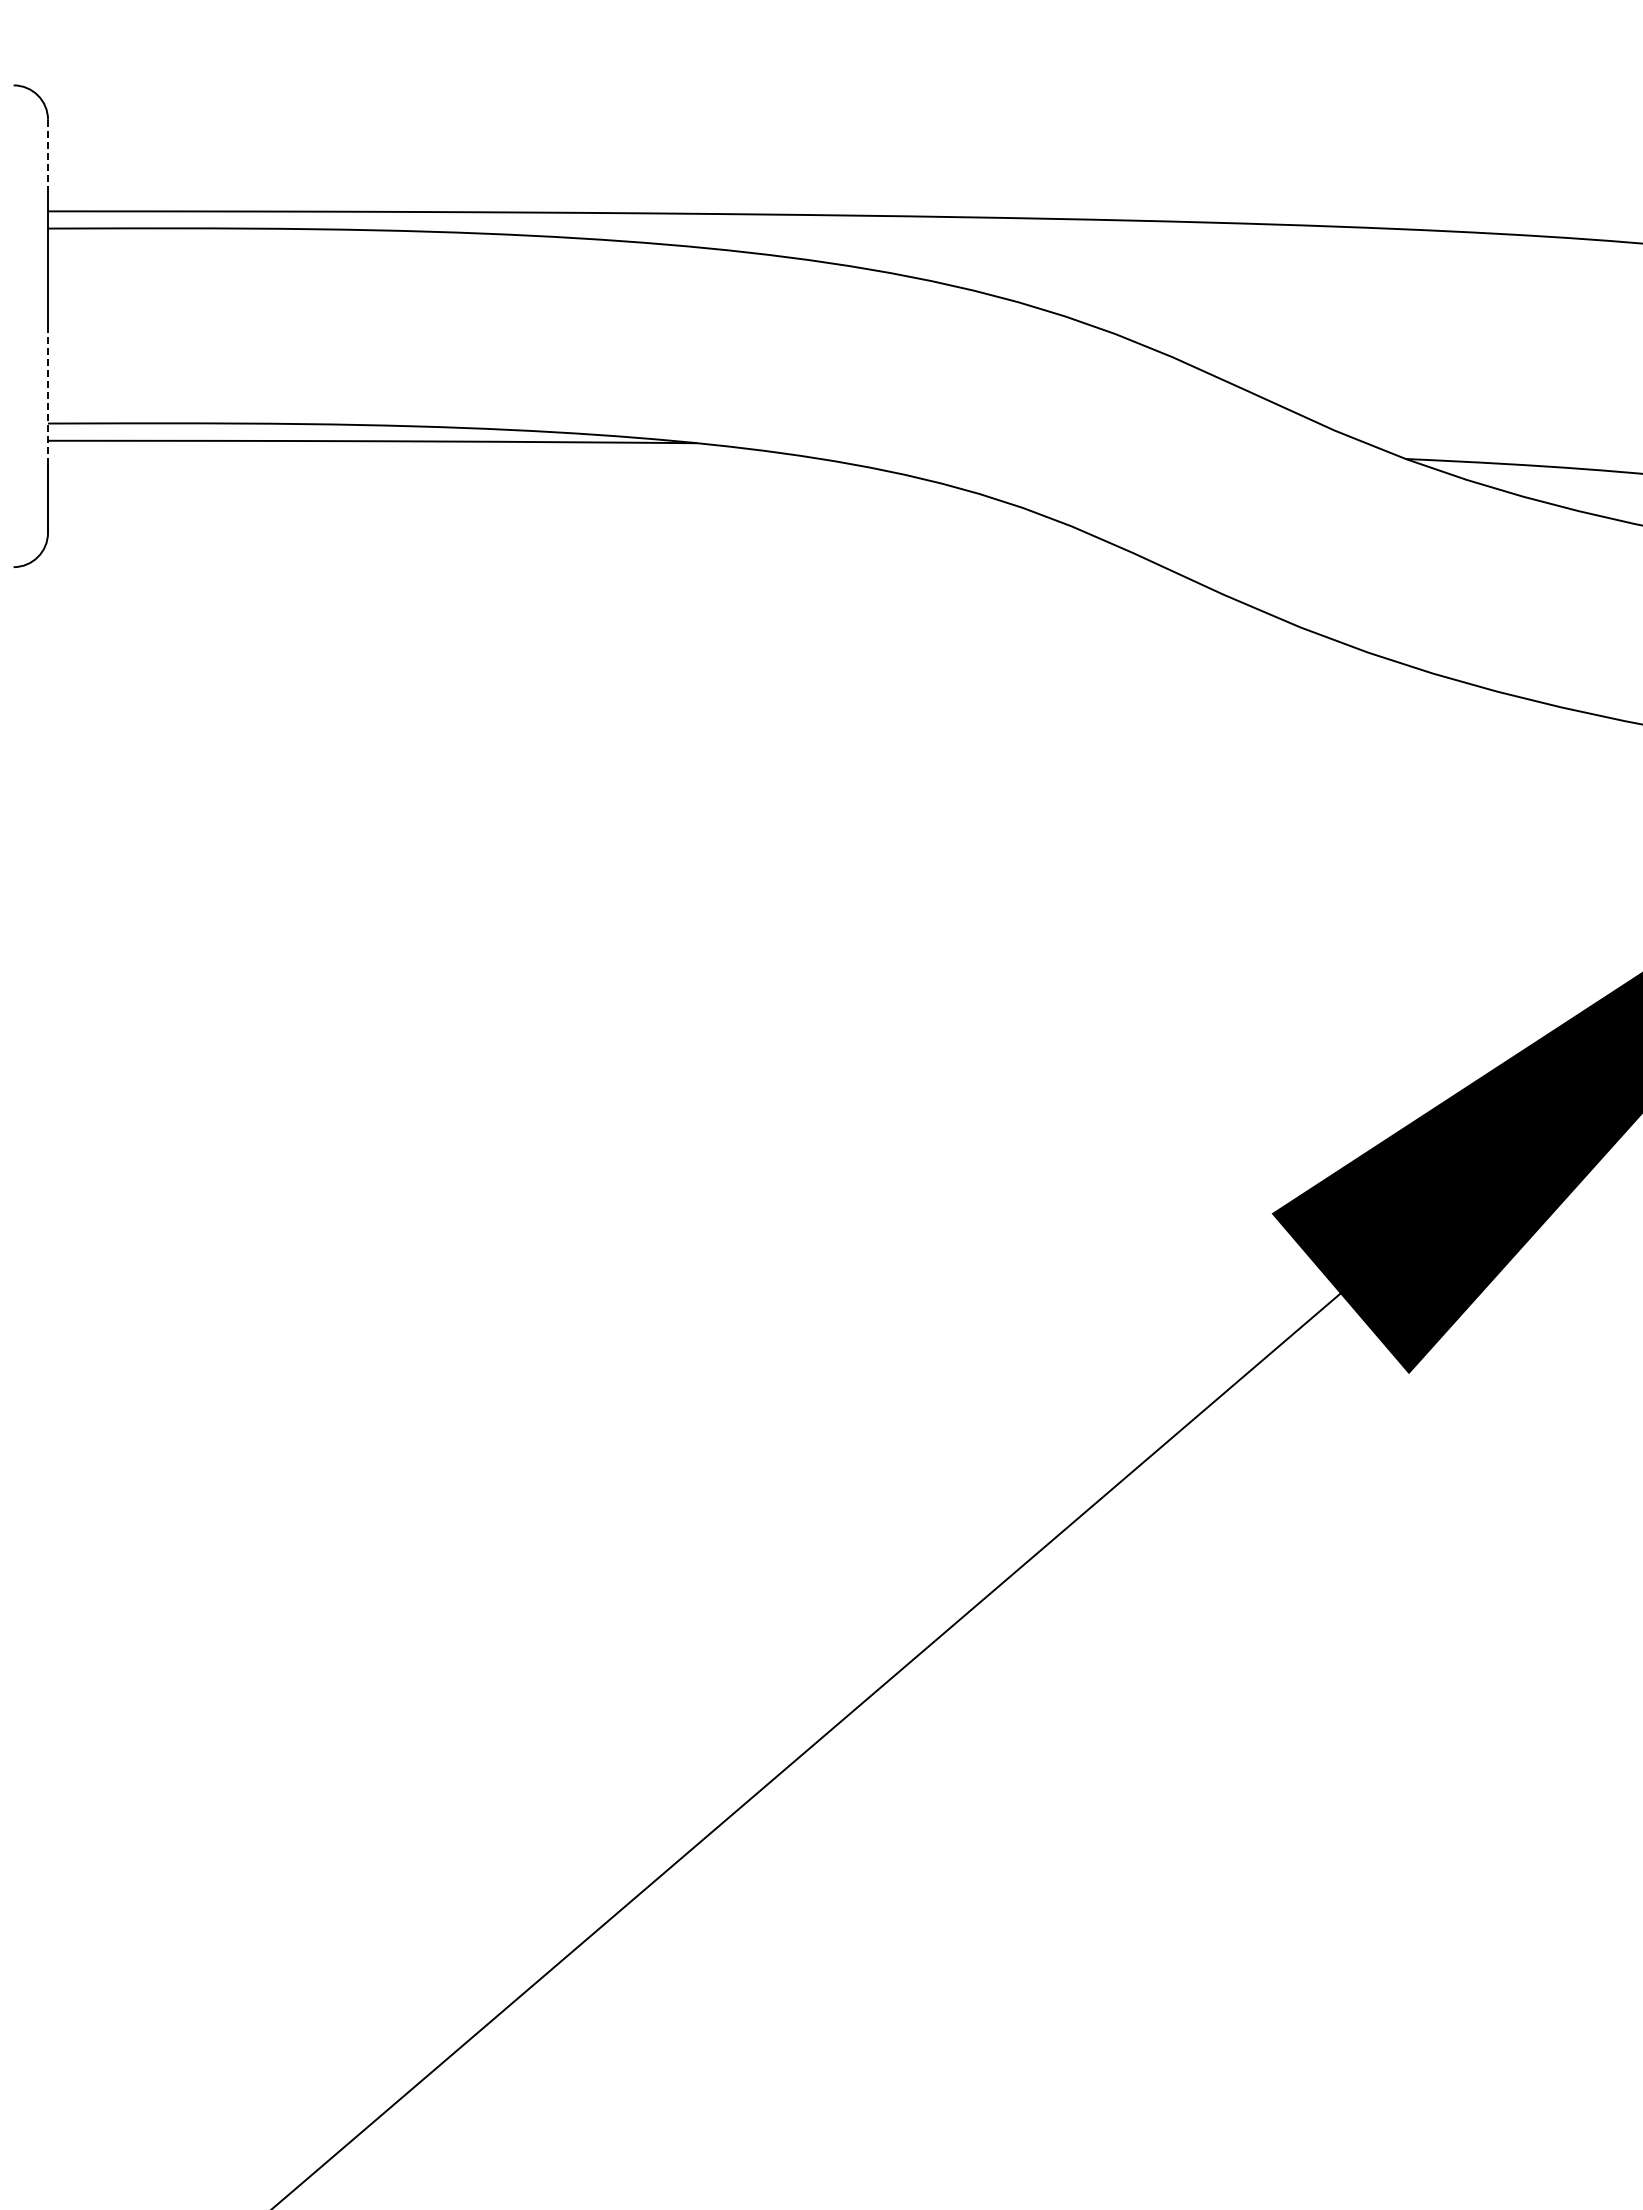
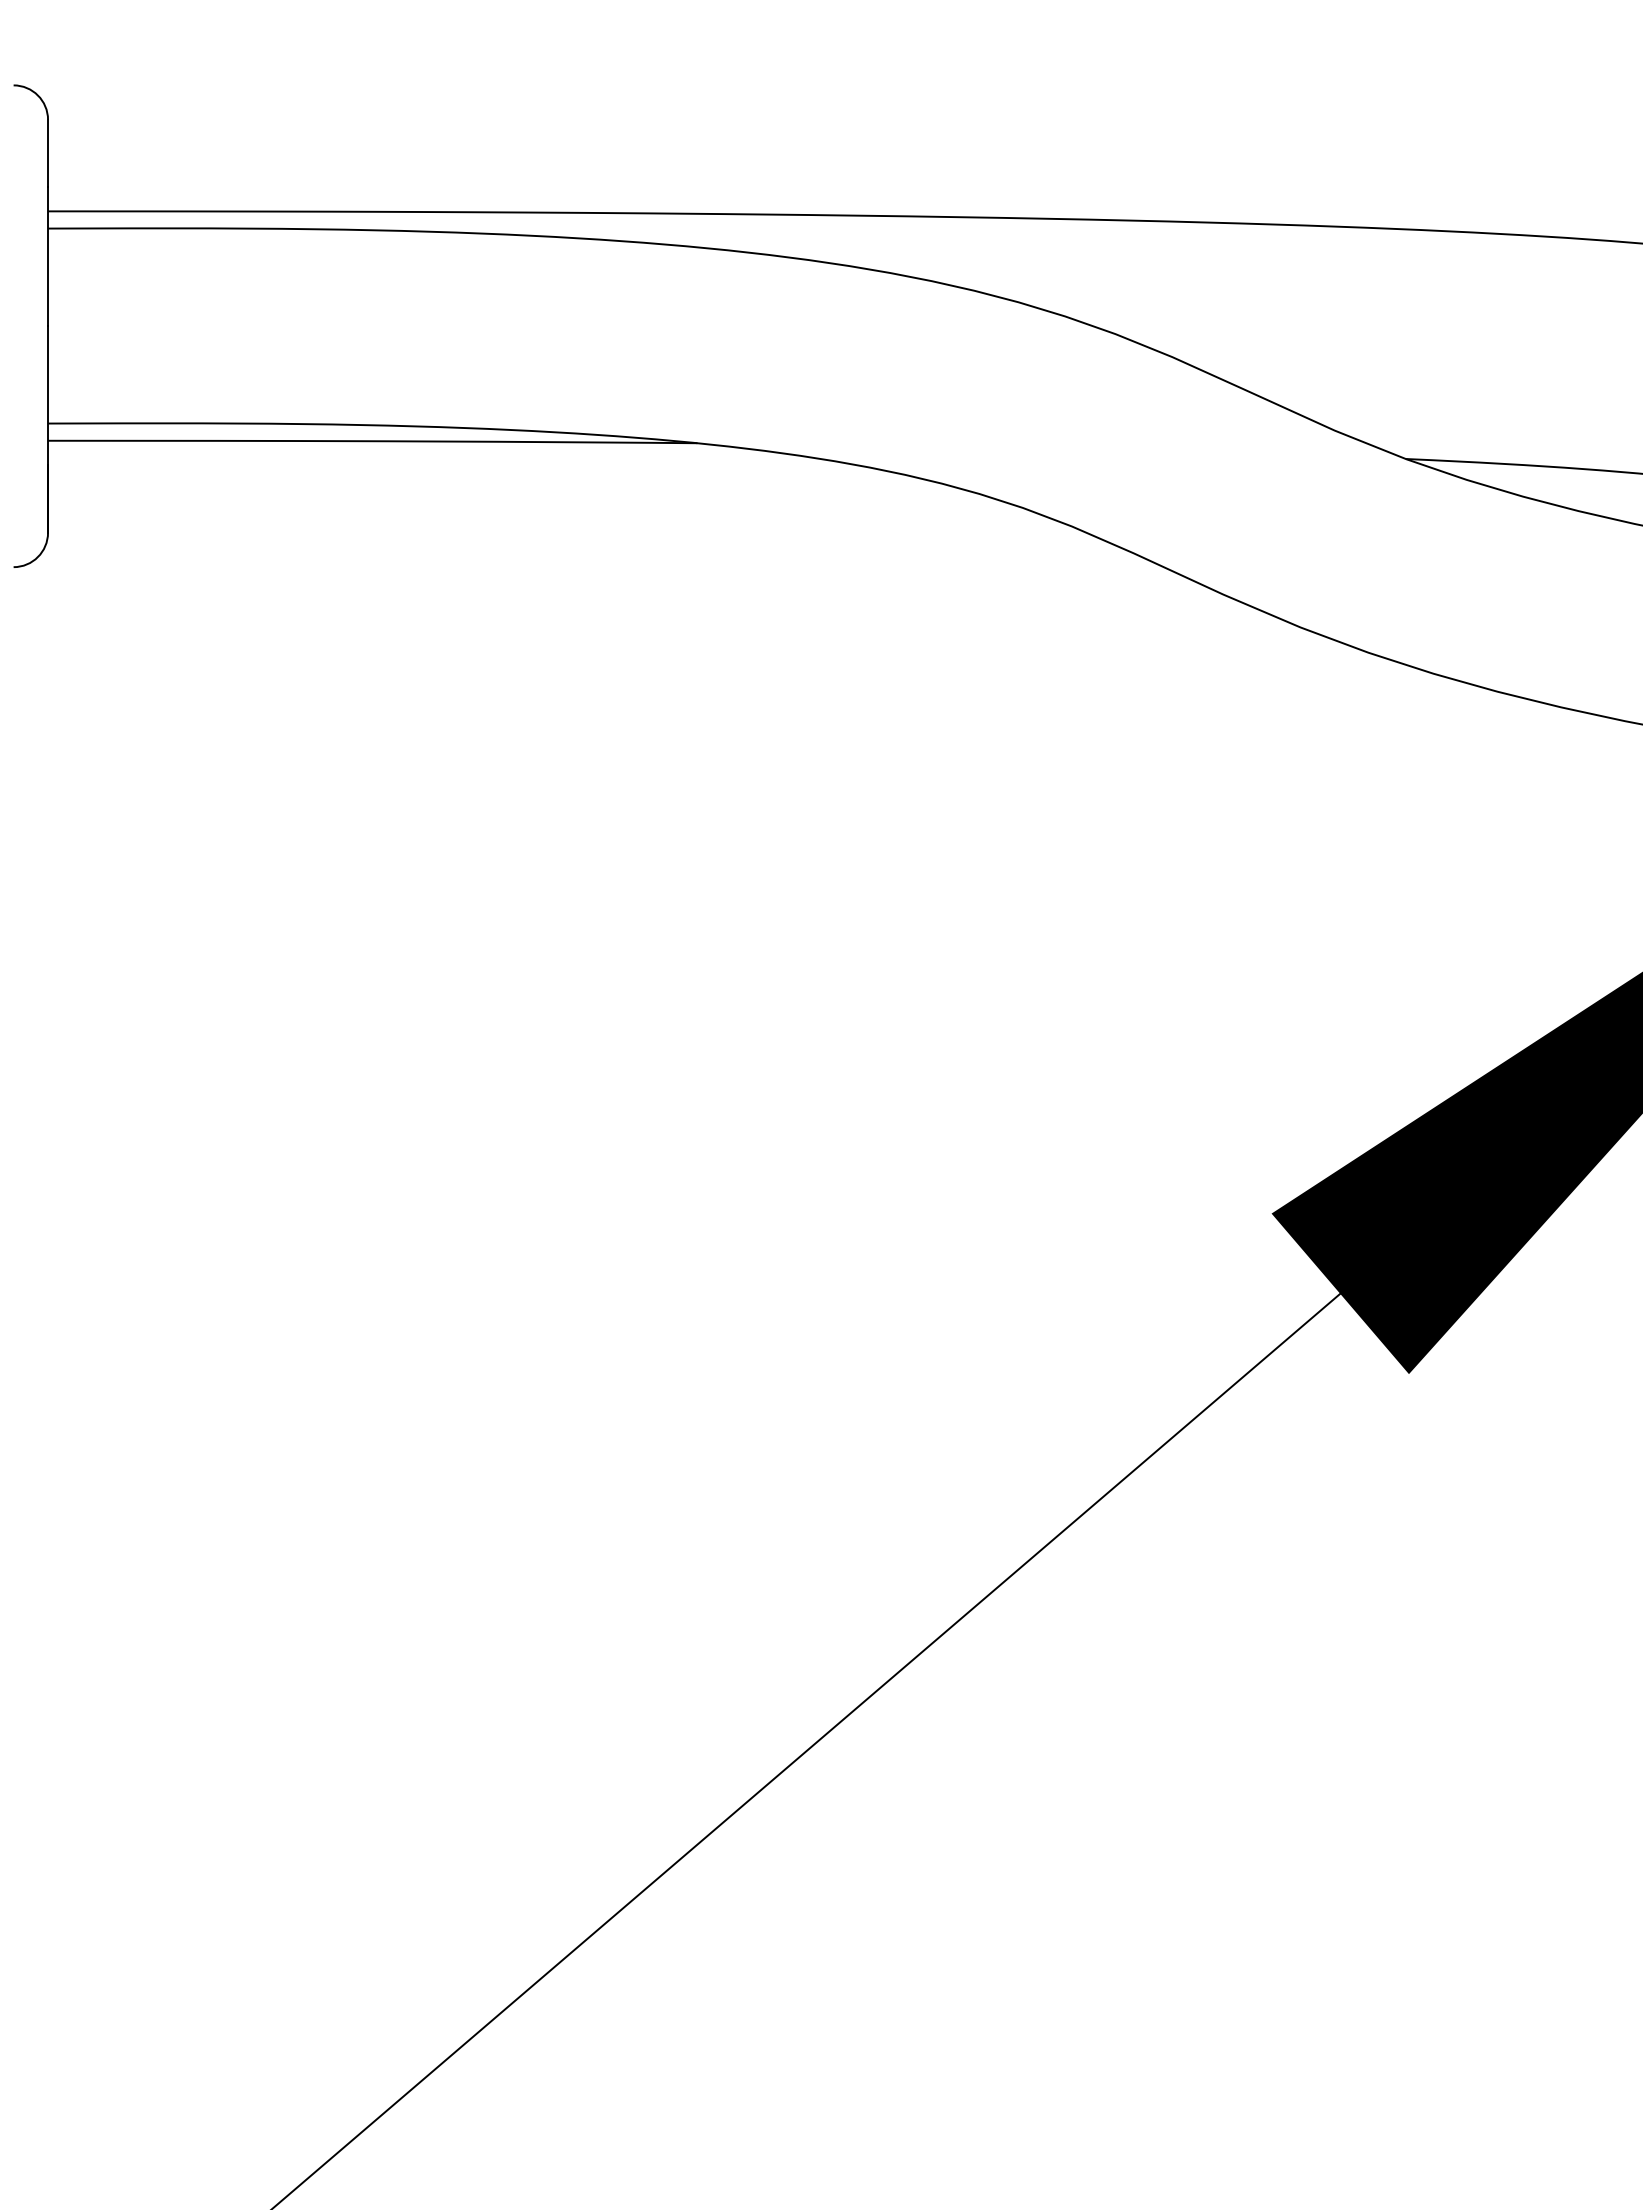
line at (48, 153): dashed -> solid
line at (48, 396): dashed -> solid
